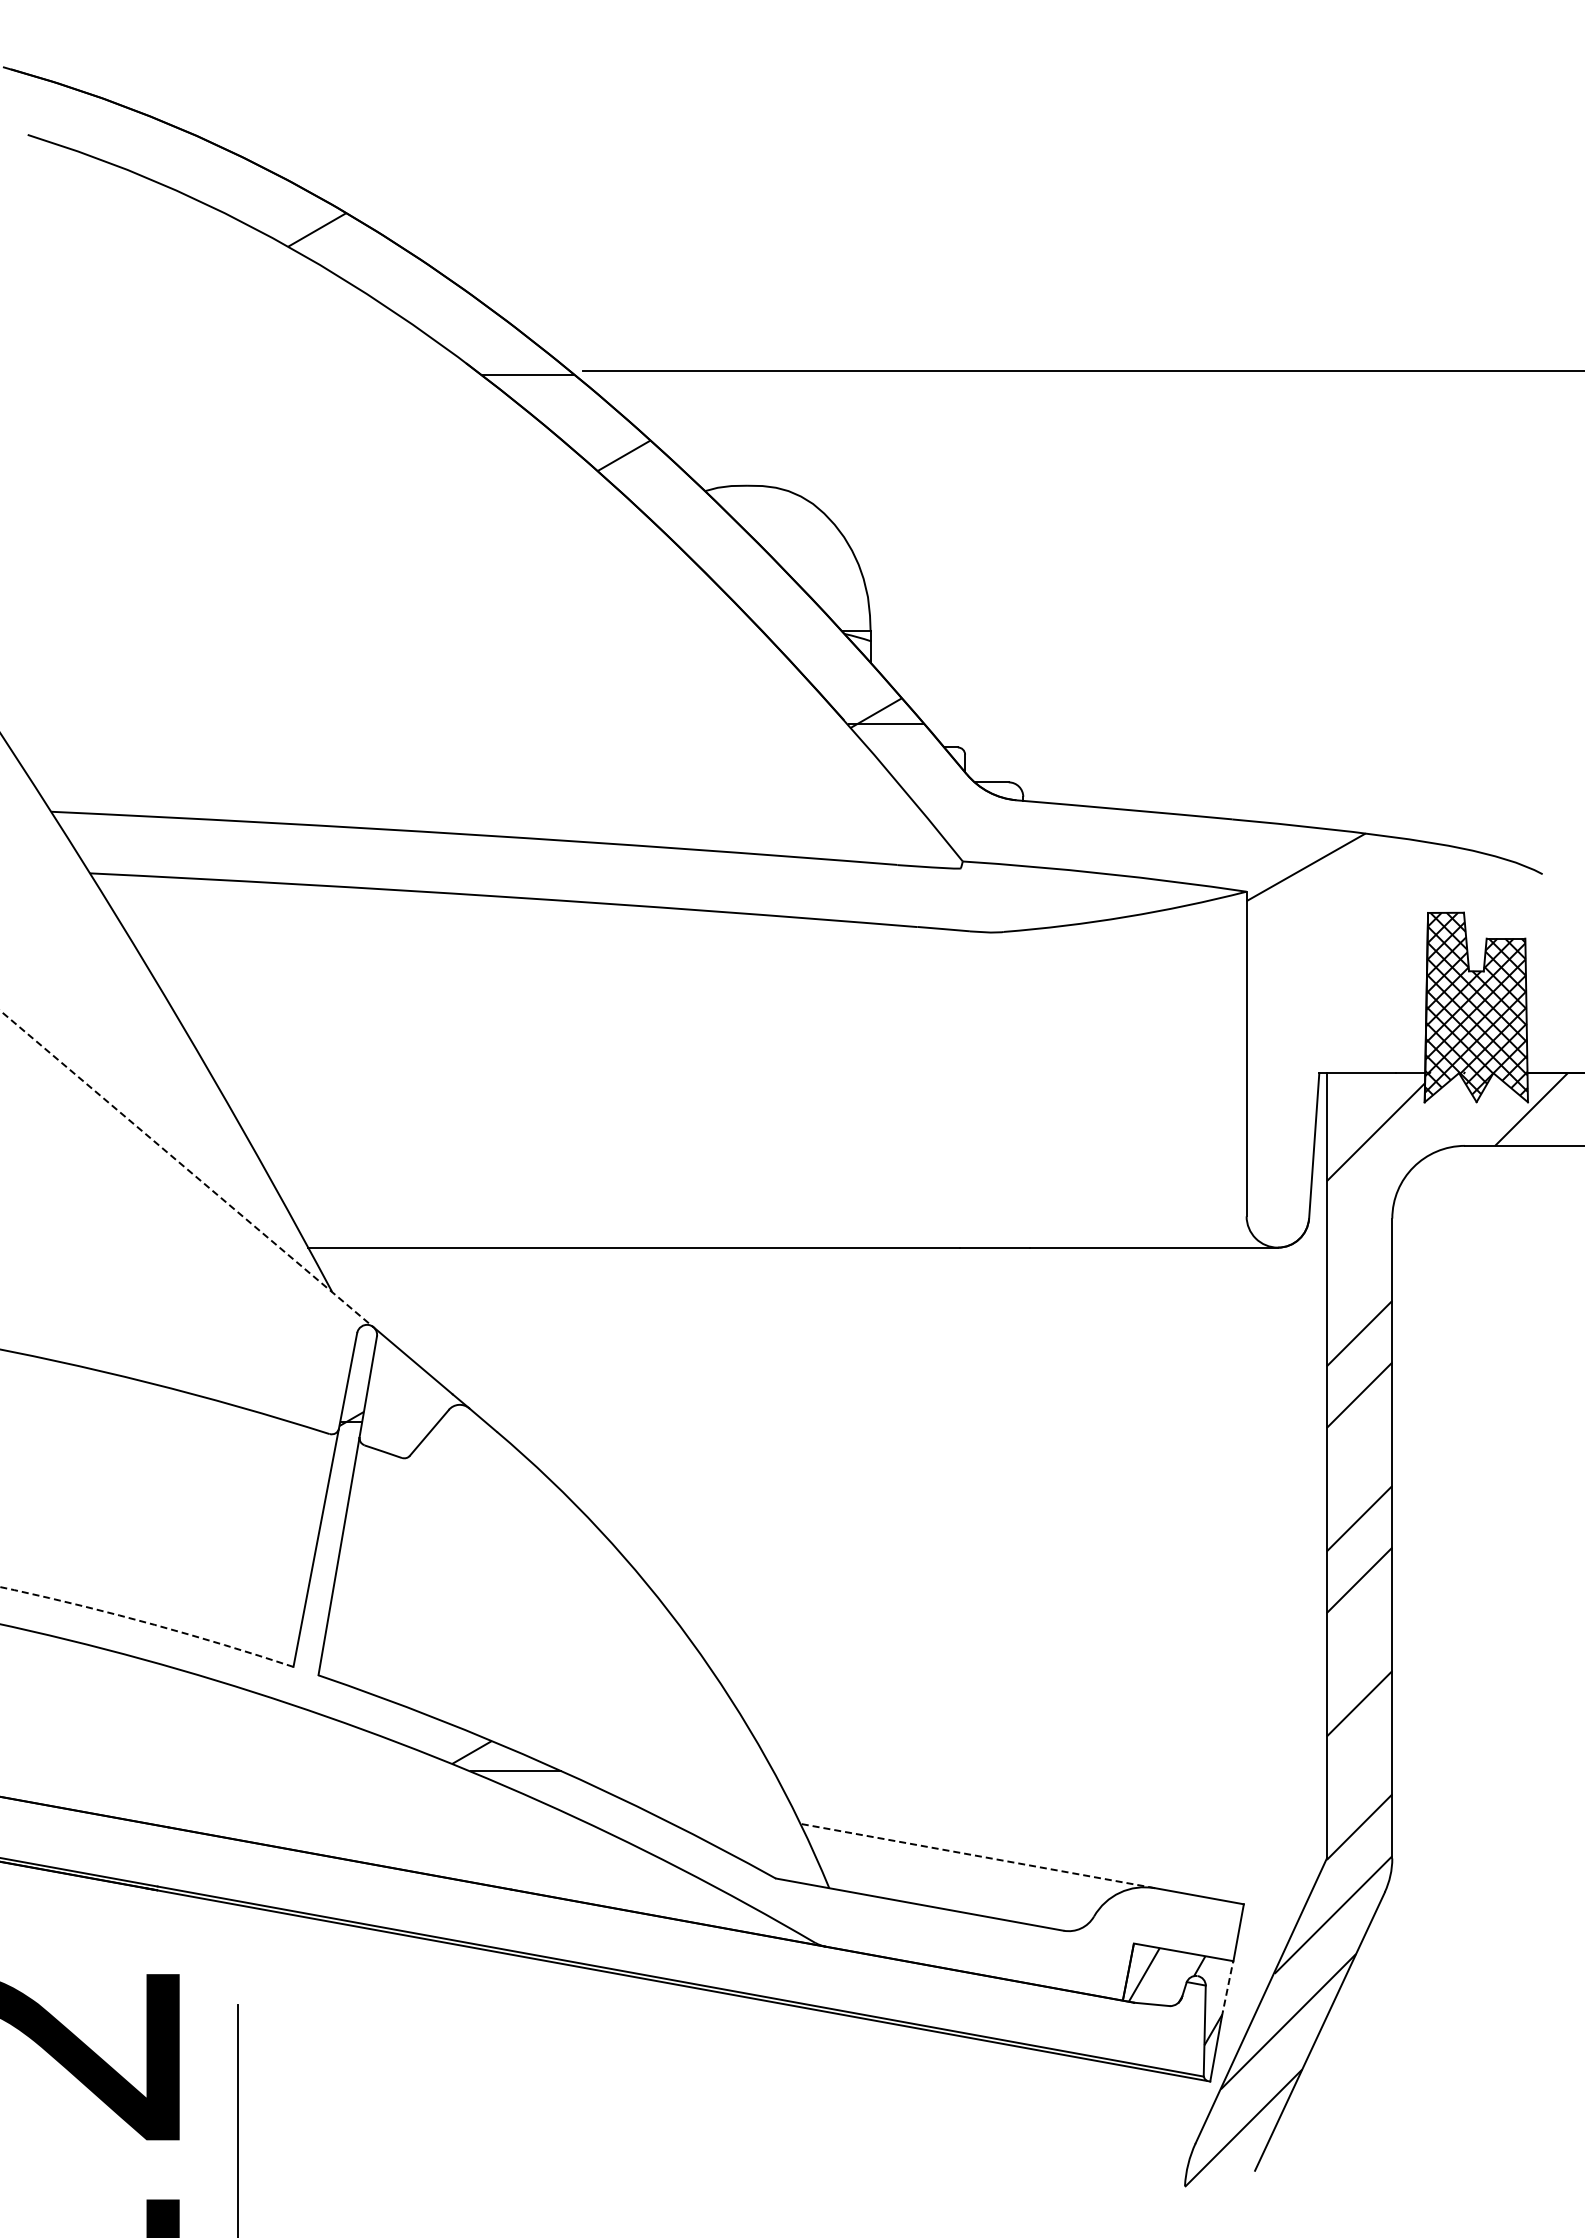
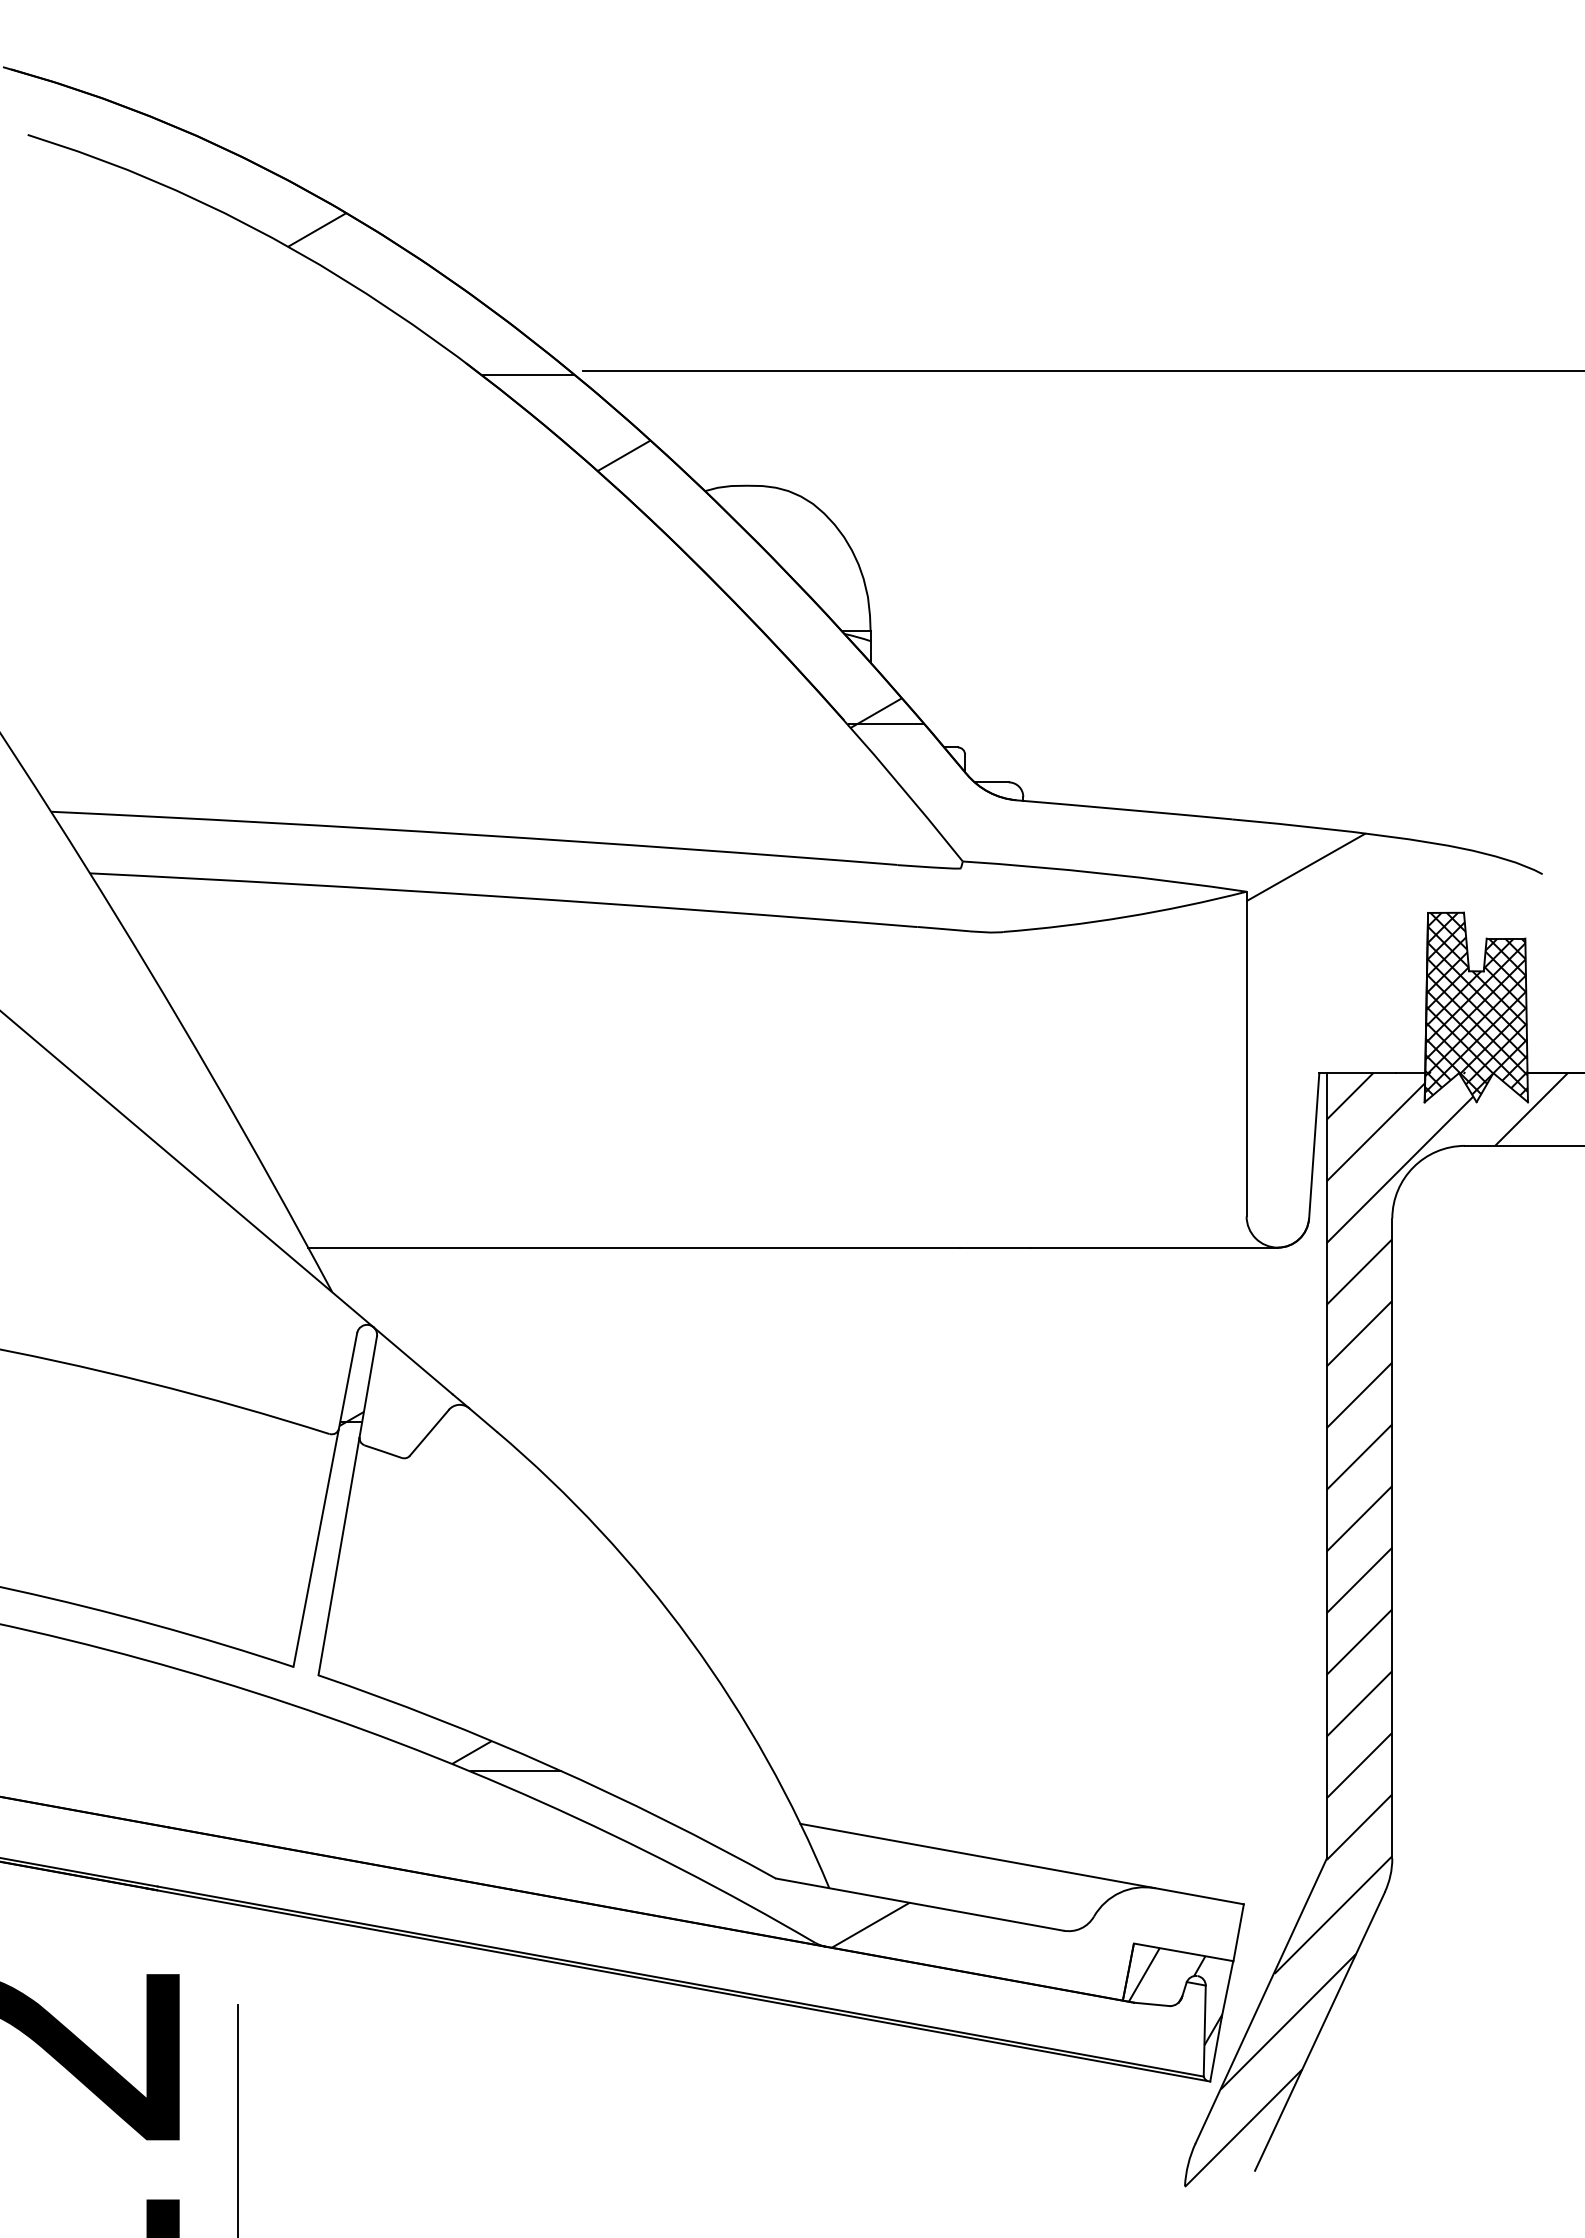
line at (1349, 1096): none -> present
line at (186, 1169): dashed -> solid
line at (1399, 1169): none -> present
line at (1359, 1271): none -> present
line at (1359, 1456): none -> present
arc at (148, 1623): dashed -> solid
line at (1359, 1641): none -> present
line at (1359, 1765): none -> present
line at (977, 1855): dashed -> solid
line at (870, 1924): none -> present
line at (1227, 1989): dashed -> solid
